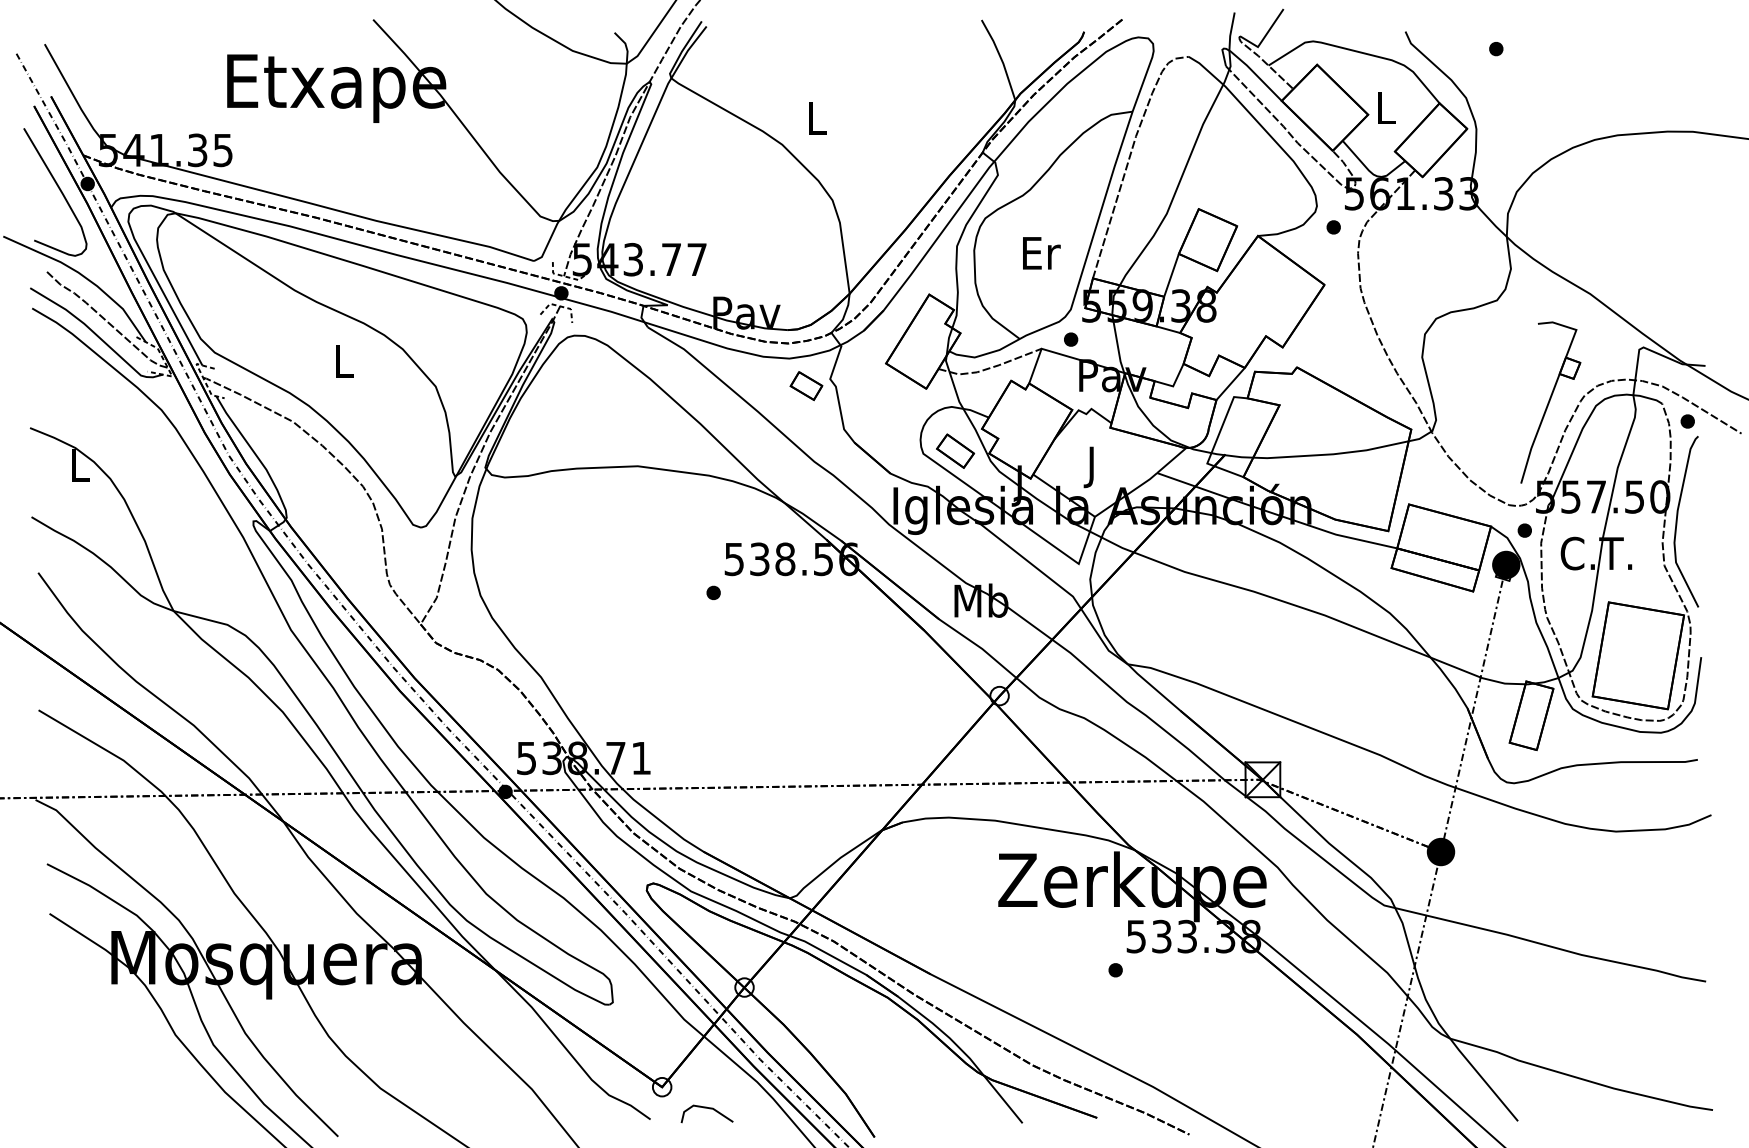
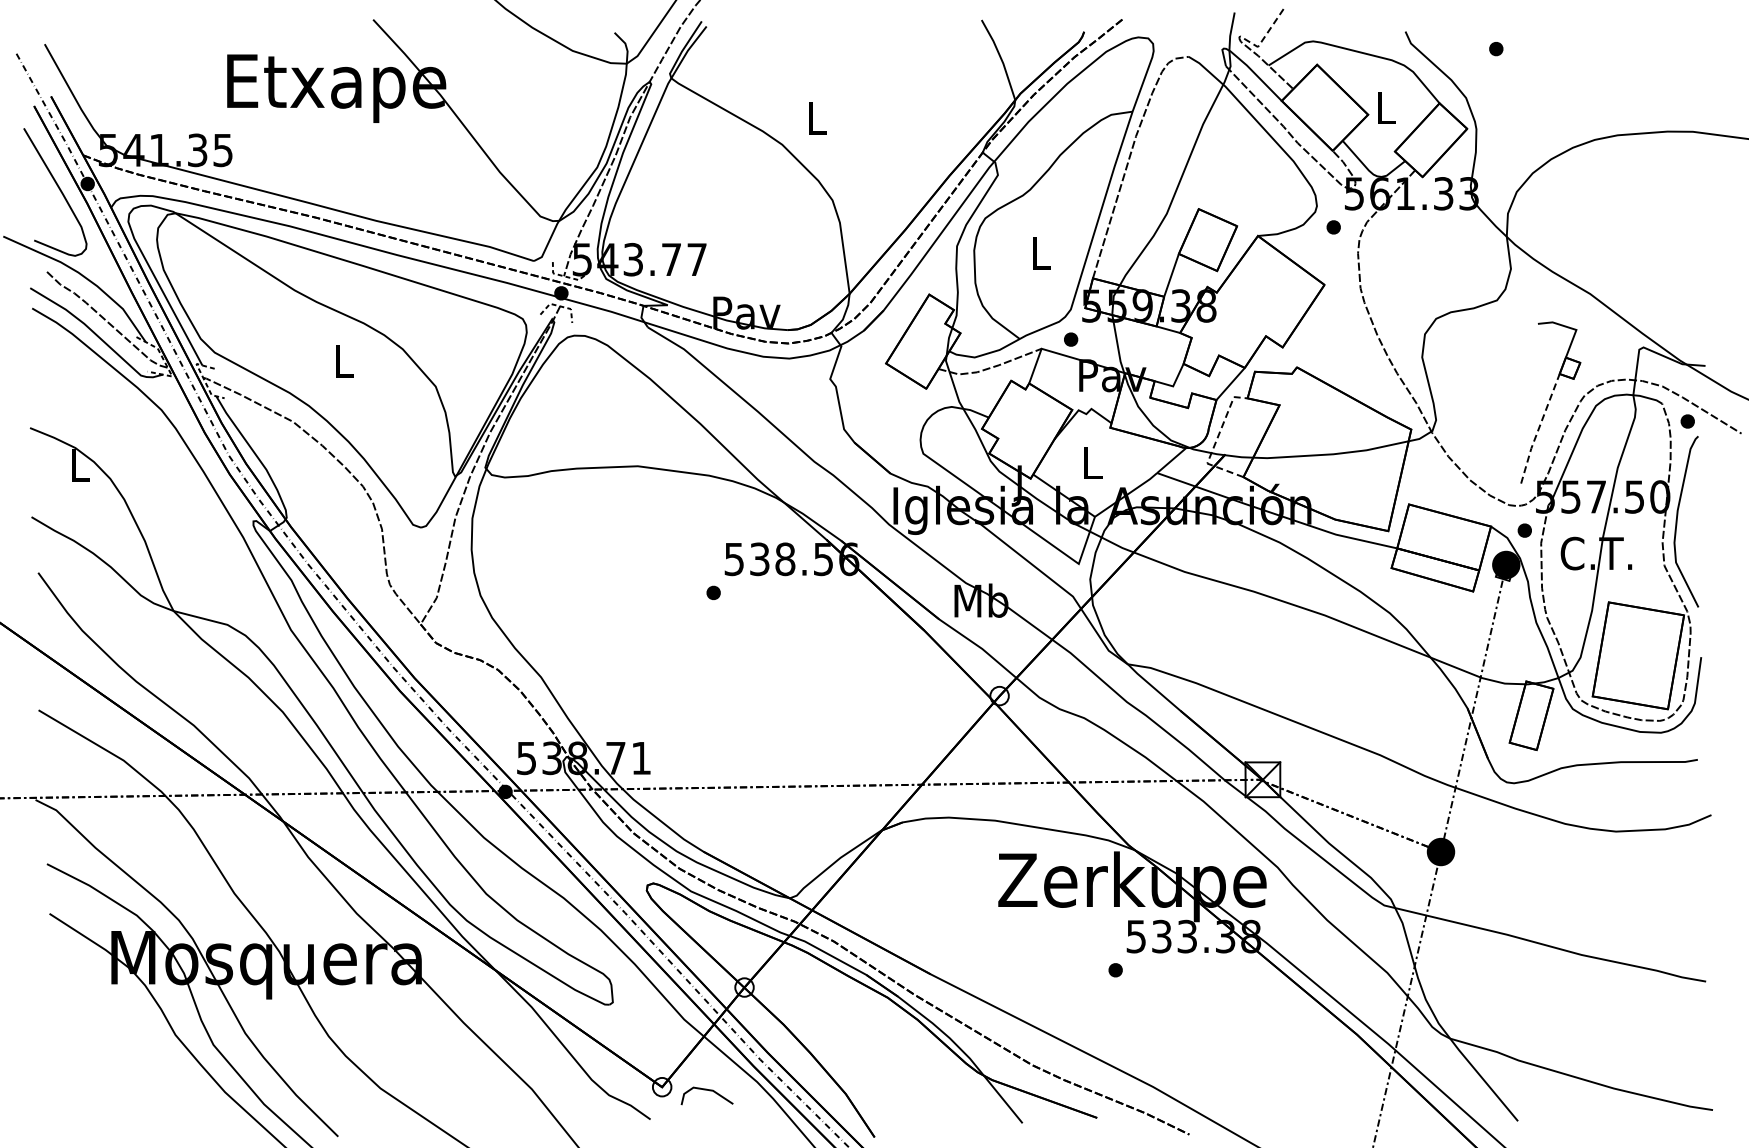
line at (1264, 37): solid -> dashed
text at (1041, 253): Er -> L
part at (806, 386): present -> none
line at (1538, 428): solid -> dashed
line at (1216, 441): solid -> dashed
part at (955, 450): present -> none
text at (1092, 467): J -> L
line at (706, 1108) position: (706, 1108) -> (706, 1090)
